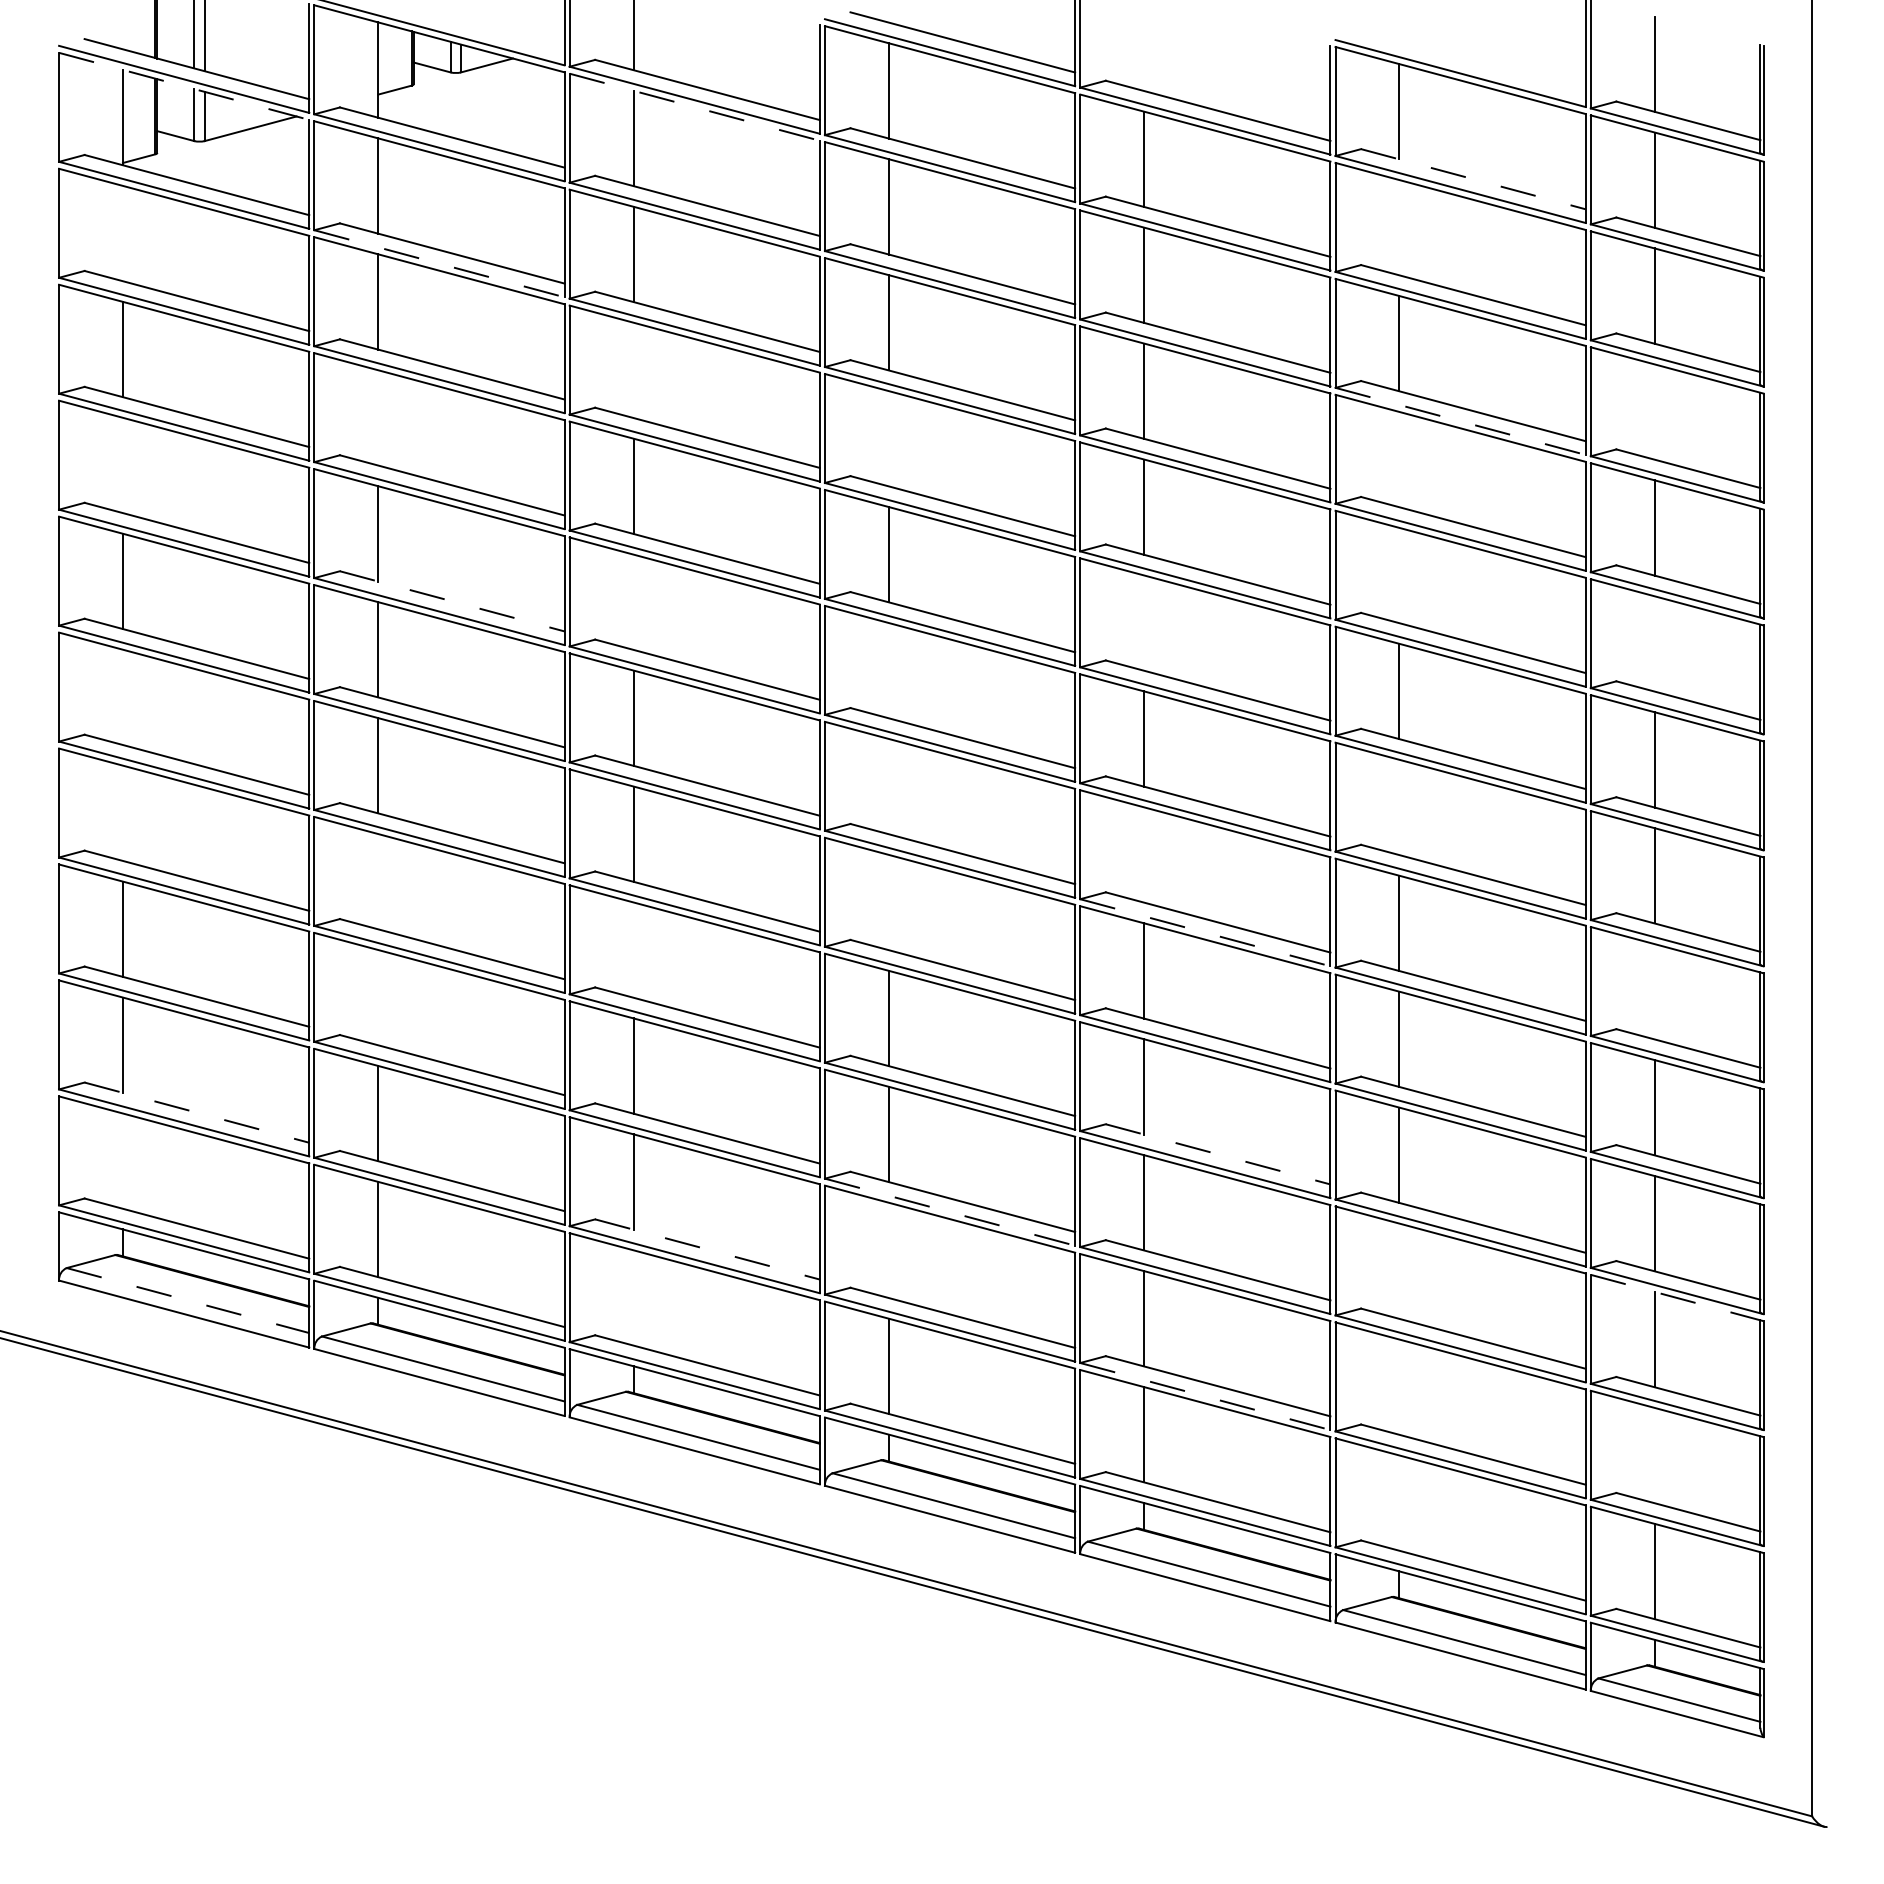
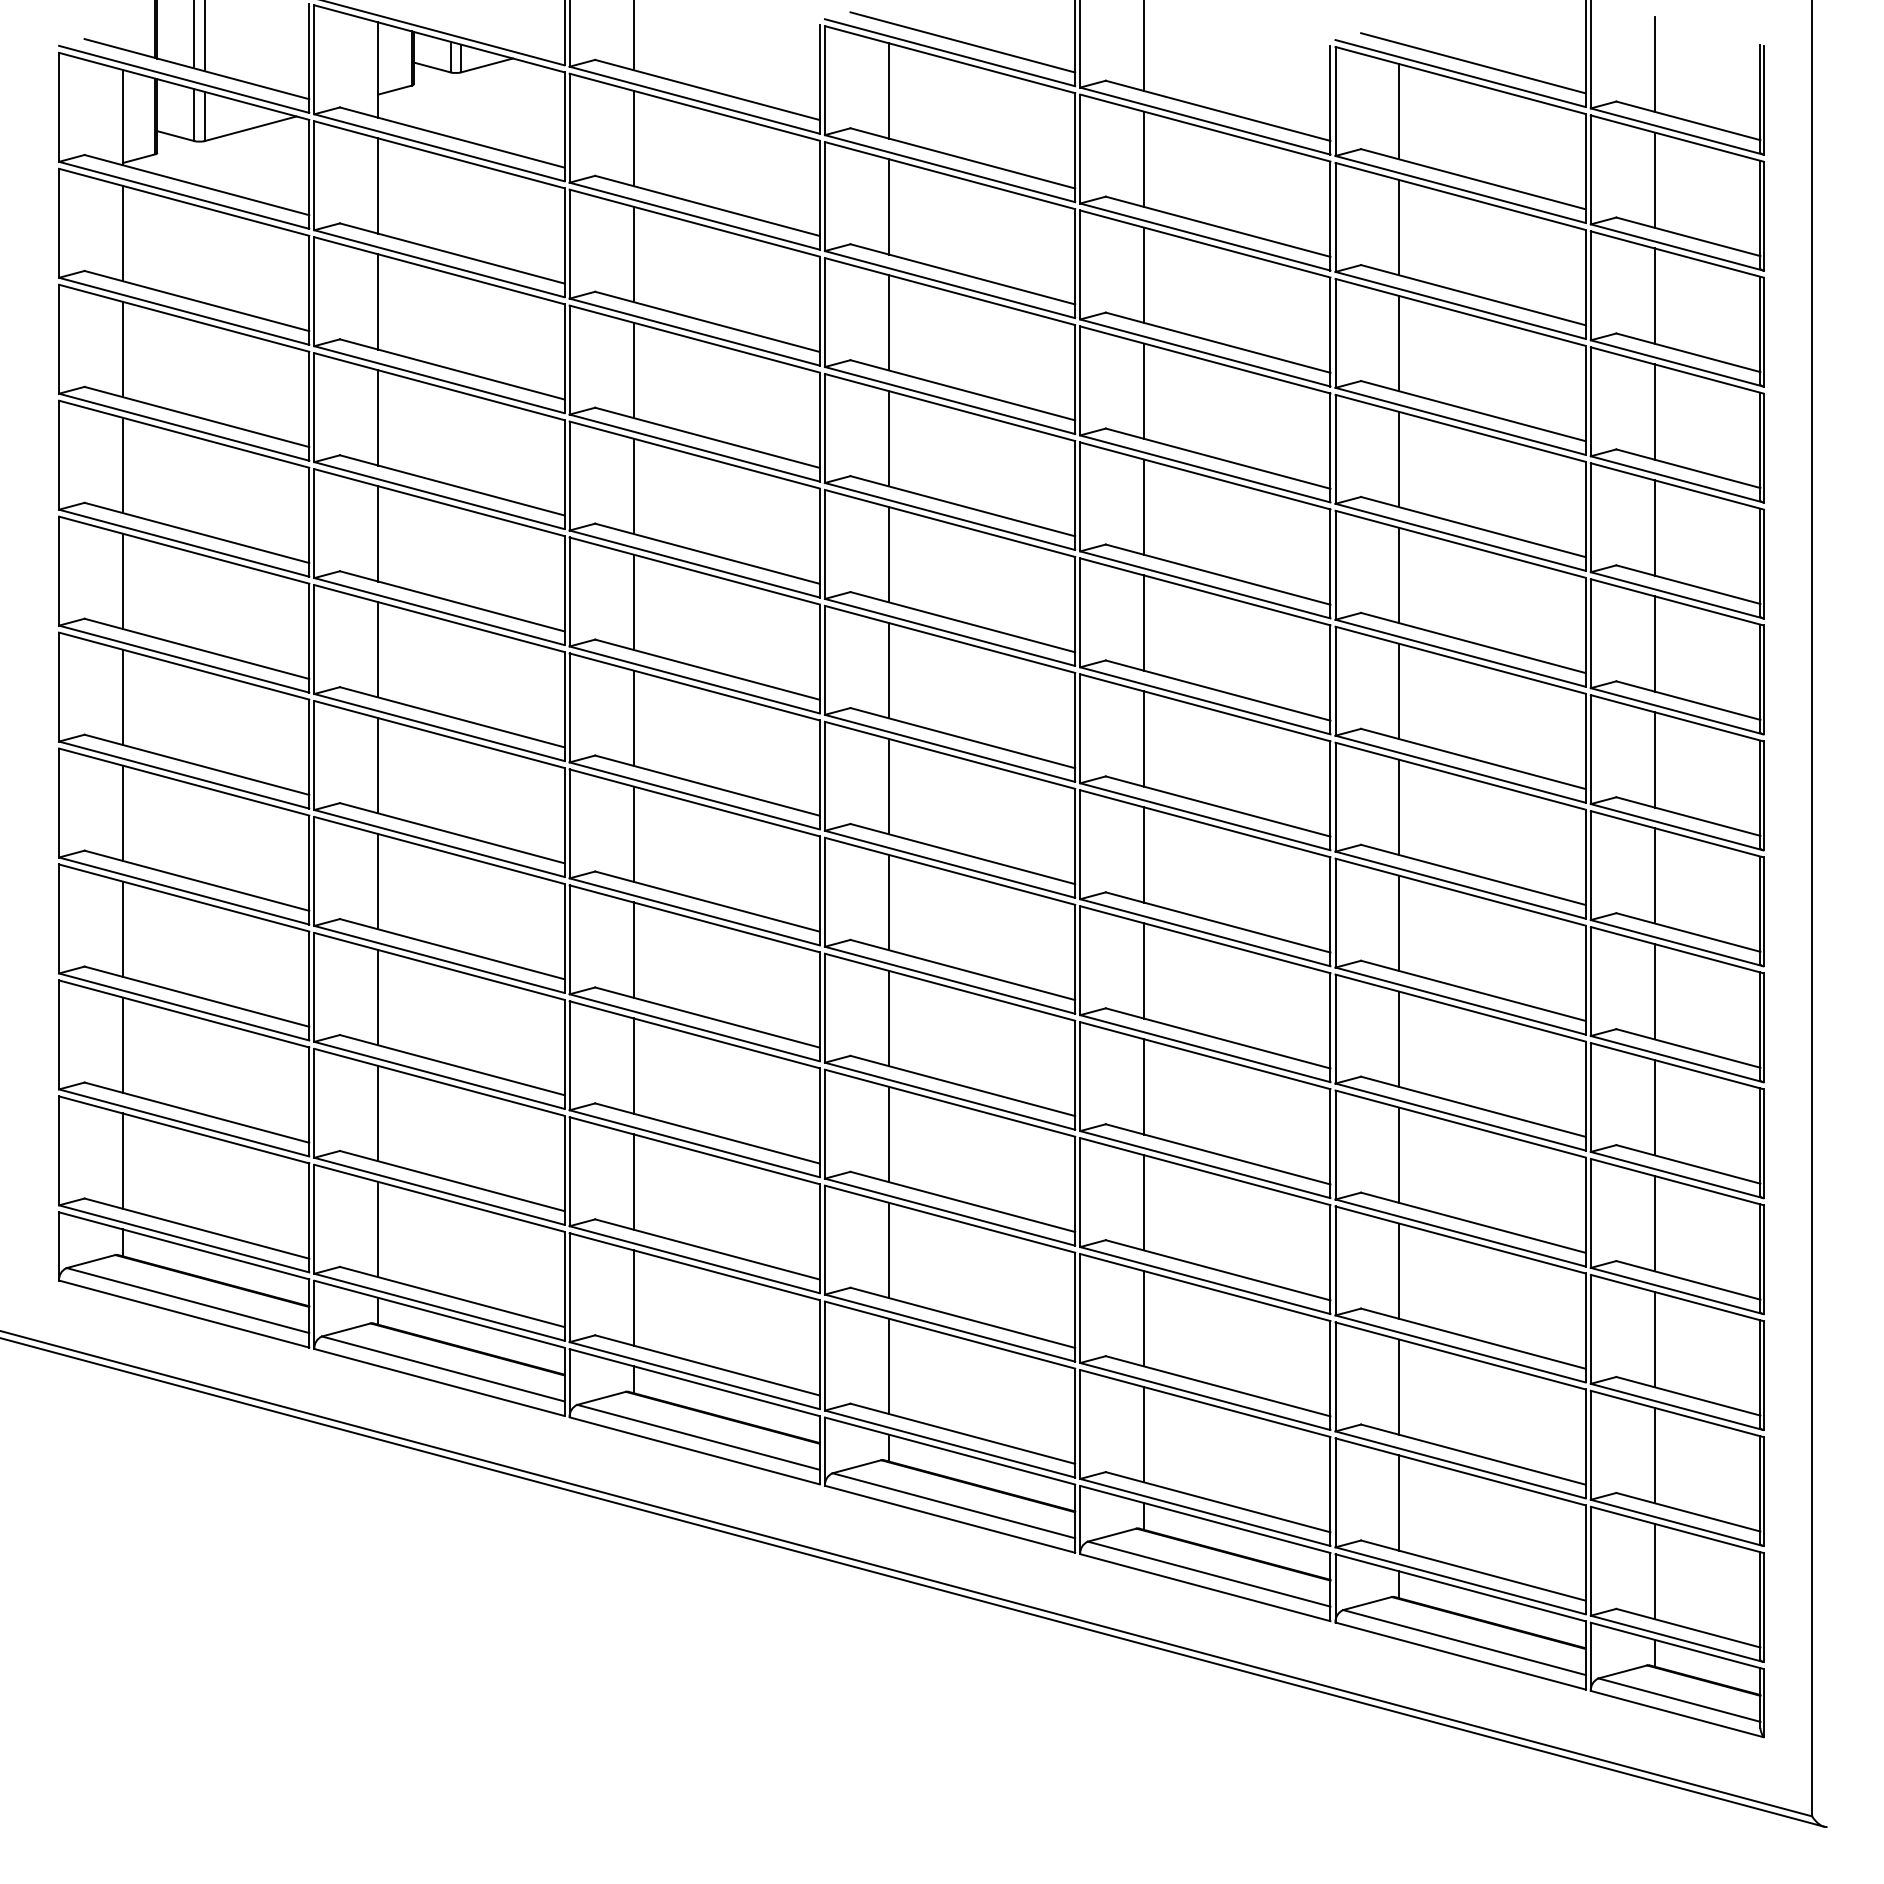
line at (1144, 46): none -> present
line at (1473, 63): none -> present
line at (184, 86): dashed -> solid
line at (694, 107): dashed -> solid
line at (1473, 179): dashed -> solid
line at (1399, 227): none -> present
line at (122, 233): none -> present
line at (439, 263): dashed -> solid
line at (633, 370): none -> present
line at (1654, 411): none -> present
line at (378, 417): none -> present
line at (1460, 421): dashed -> solid
line at (888, 438): none -> present
line at (1399, 459): none -> present
line at (122, 465): none -> present
line at (1399, 575): none -> present
line at (452, 601): dashed -> solid
line at (633, 601): none -> present
line at (1144, 622): none -> present
line at (1654, 643): none -> present
line at (888, 670): none -> present
line at (122, 697): none -> present
line at (888, 786): none -> present
line at (1399, 807): none -> present
line at (122, 812): none -> present
line at (1144, 854): none -> present
line at (378, 881): none -> present
line at (888, 902): none -> present
line at (1205, 932): dashed -> solid
line at (633, 949): none -> present
line at (1654, 991): none -> present
line at (378, 997): none -> present
line at (197, 1112): dashed -> solid
line at (1218, 1154): dashed -> solid
line at (122, 1160): none -> present
line at (950, 1212): dashed -> solid
line at (708, 1249): dashed -> solid
line at (888, 1250): none -> present
line at (1399, 1270): none -> present
line at (633, 1297): none -> present
line at (1677, 1298): dashed -> solid
line at (188, 1300): dashed -> solid
line at (1399, 1386): none -> present
line at (1205, 1396): dashed -> solid
line at (1654, 1455): none -> present
line at (1399, 1502): none -> present
